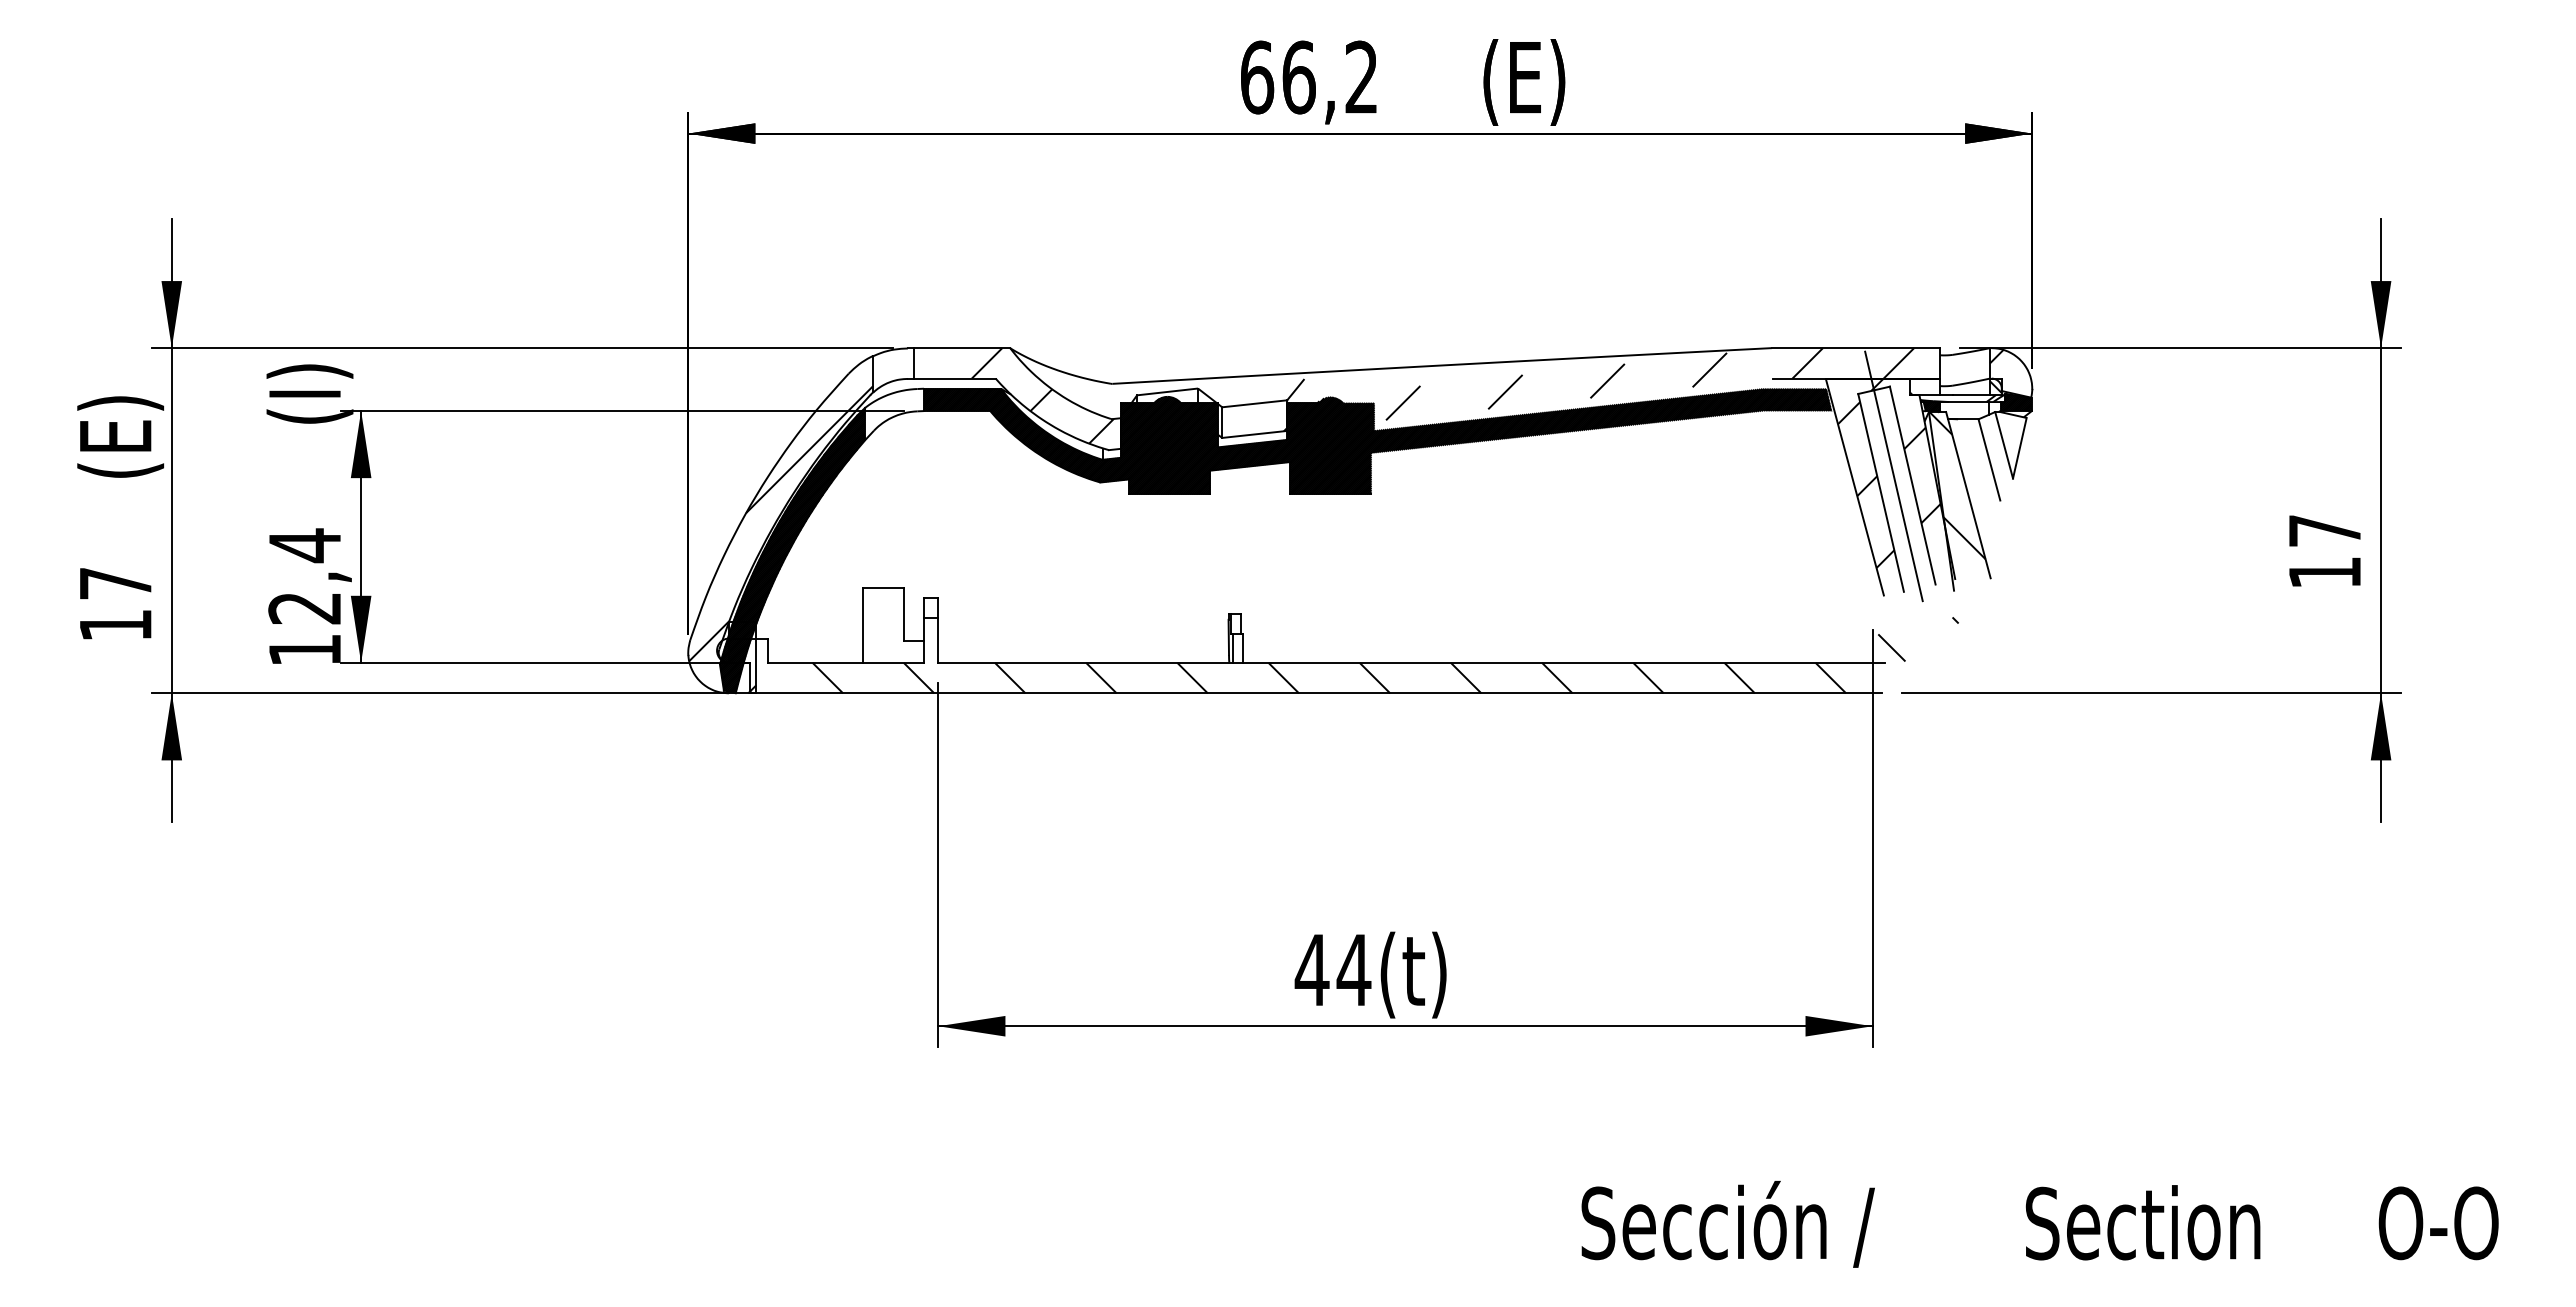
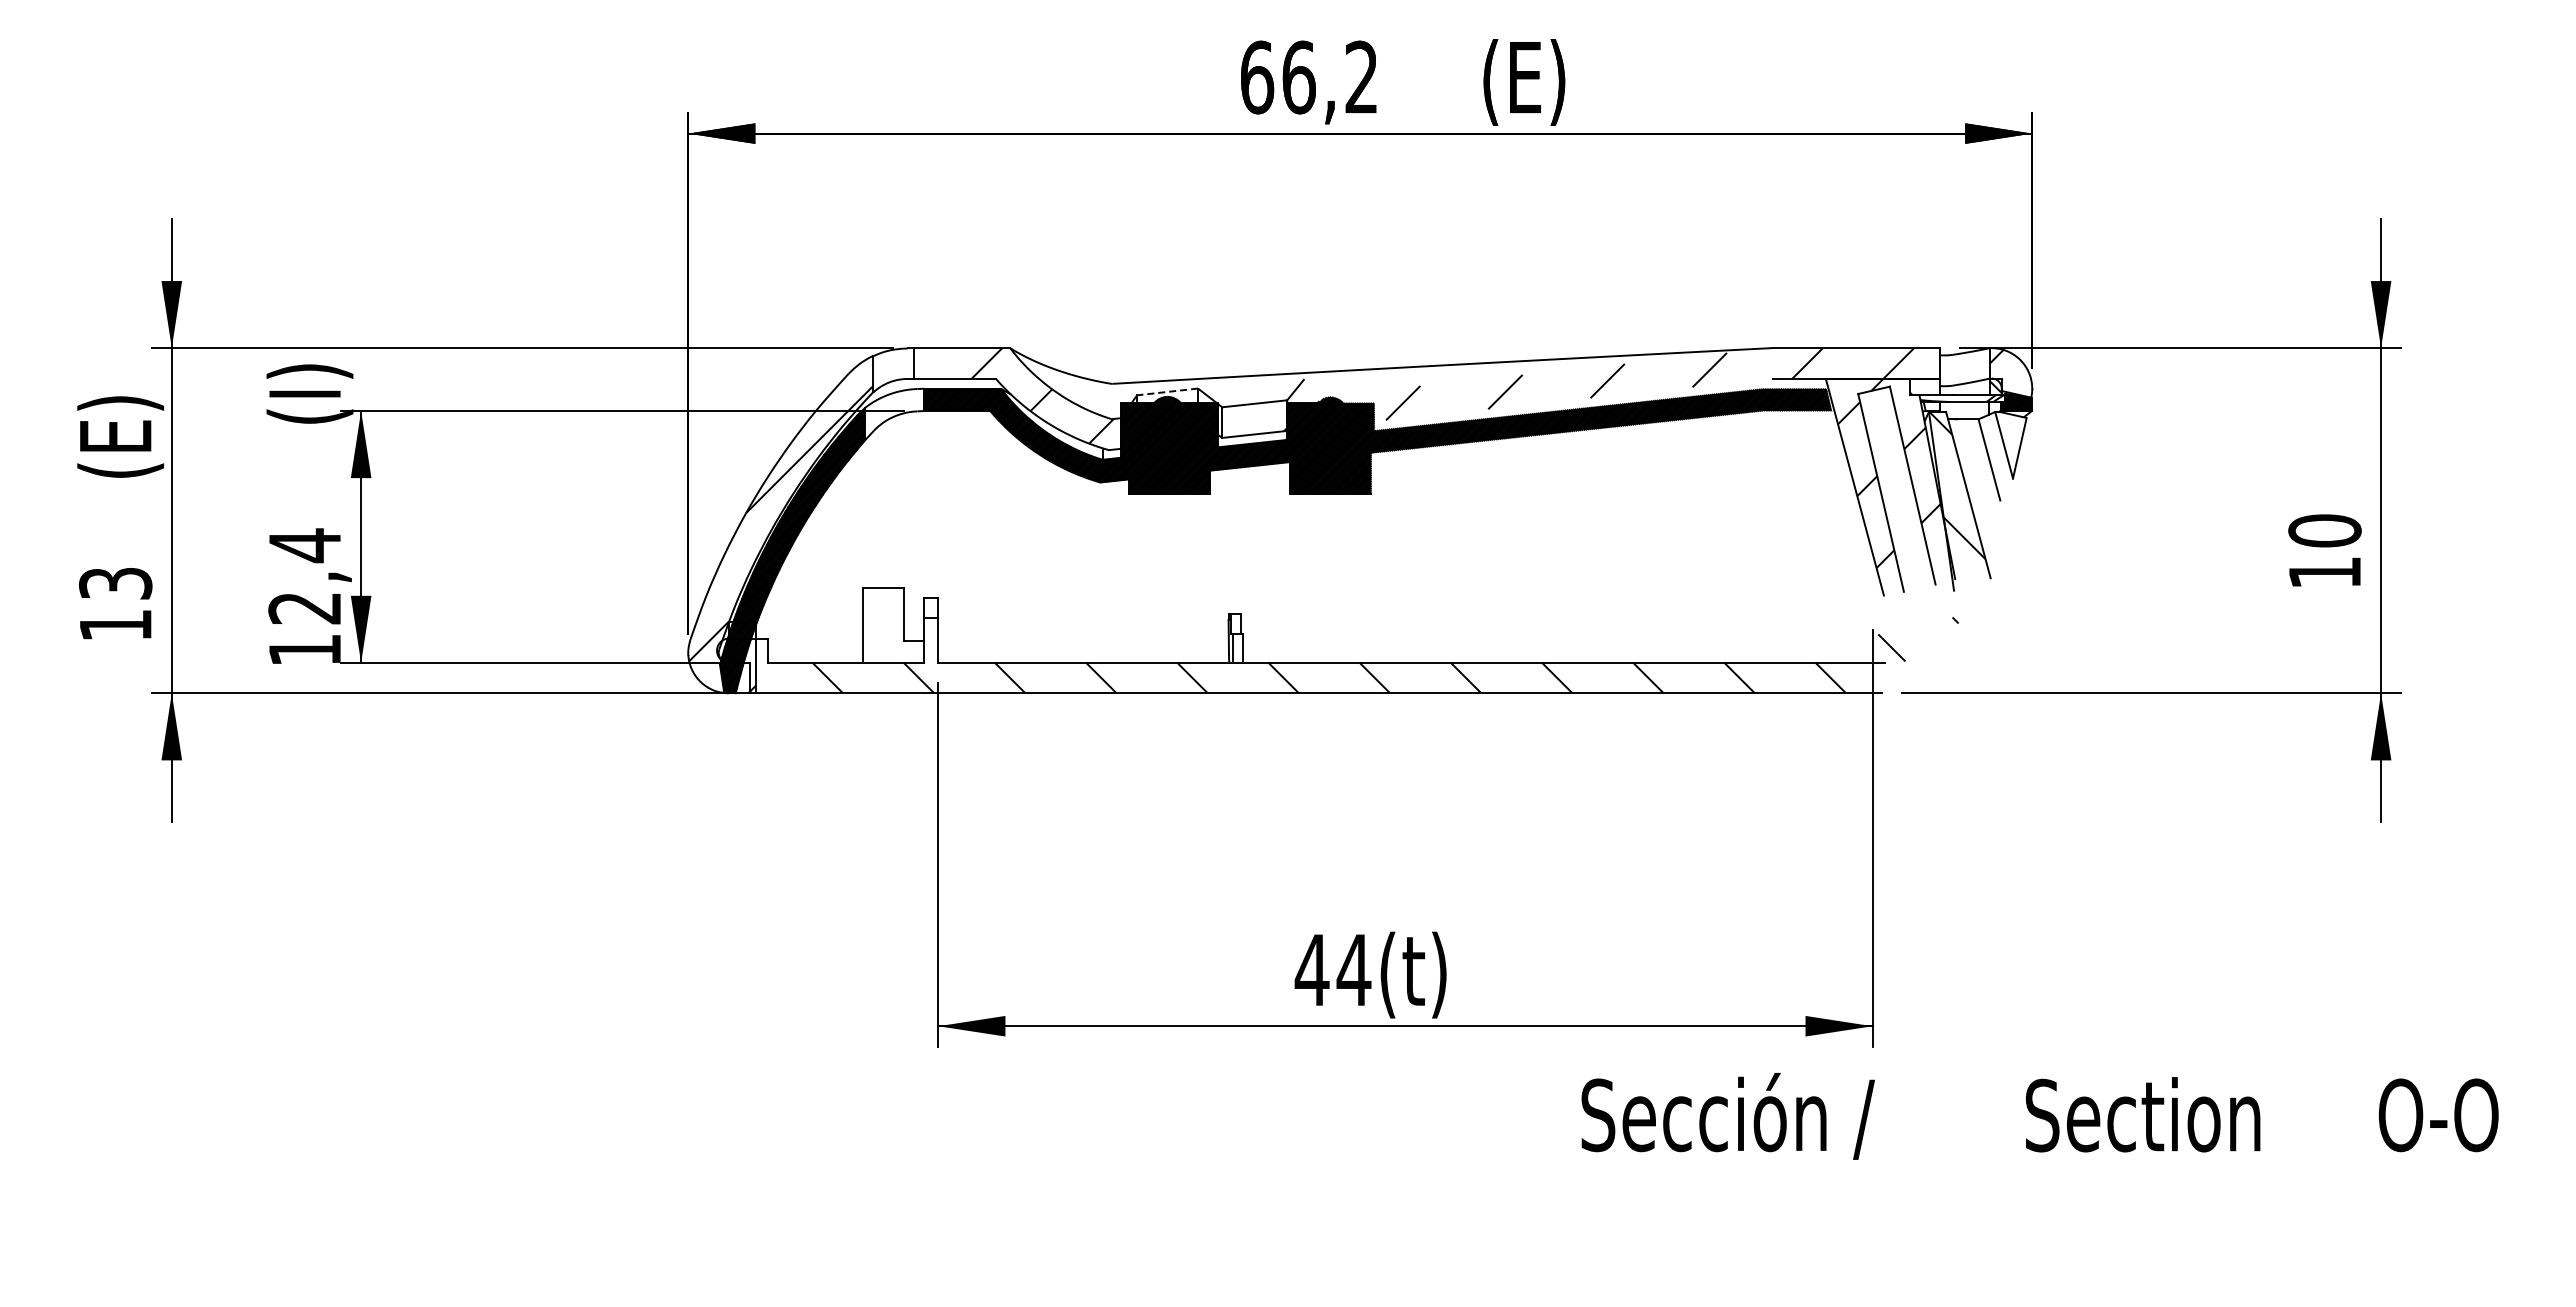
line at (1166, 392): solid -> dashed
hatch at (1931, 406): present -> none
line at (1896, 488): present -> none
text at (2324, 530): 17 -> 10
text at (115, 583): 17 -> 13
text at (2039, 1224) position: (2039, 1224) -> (2039, 1116)
